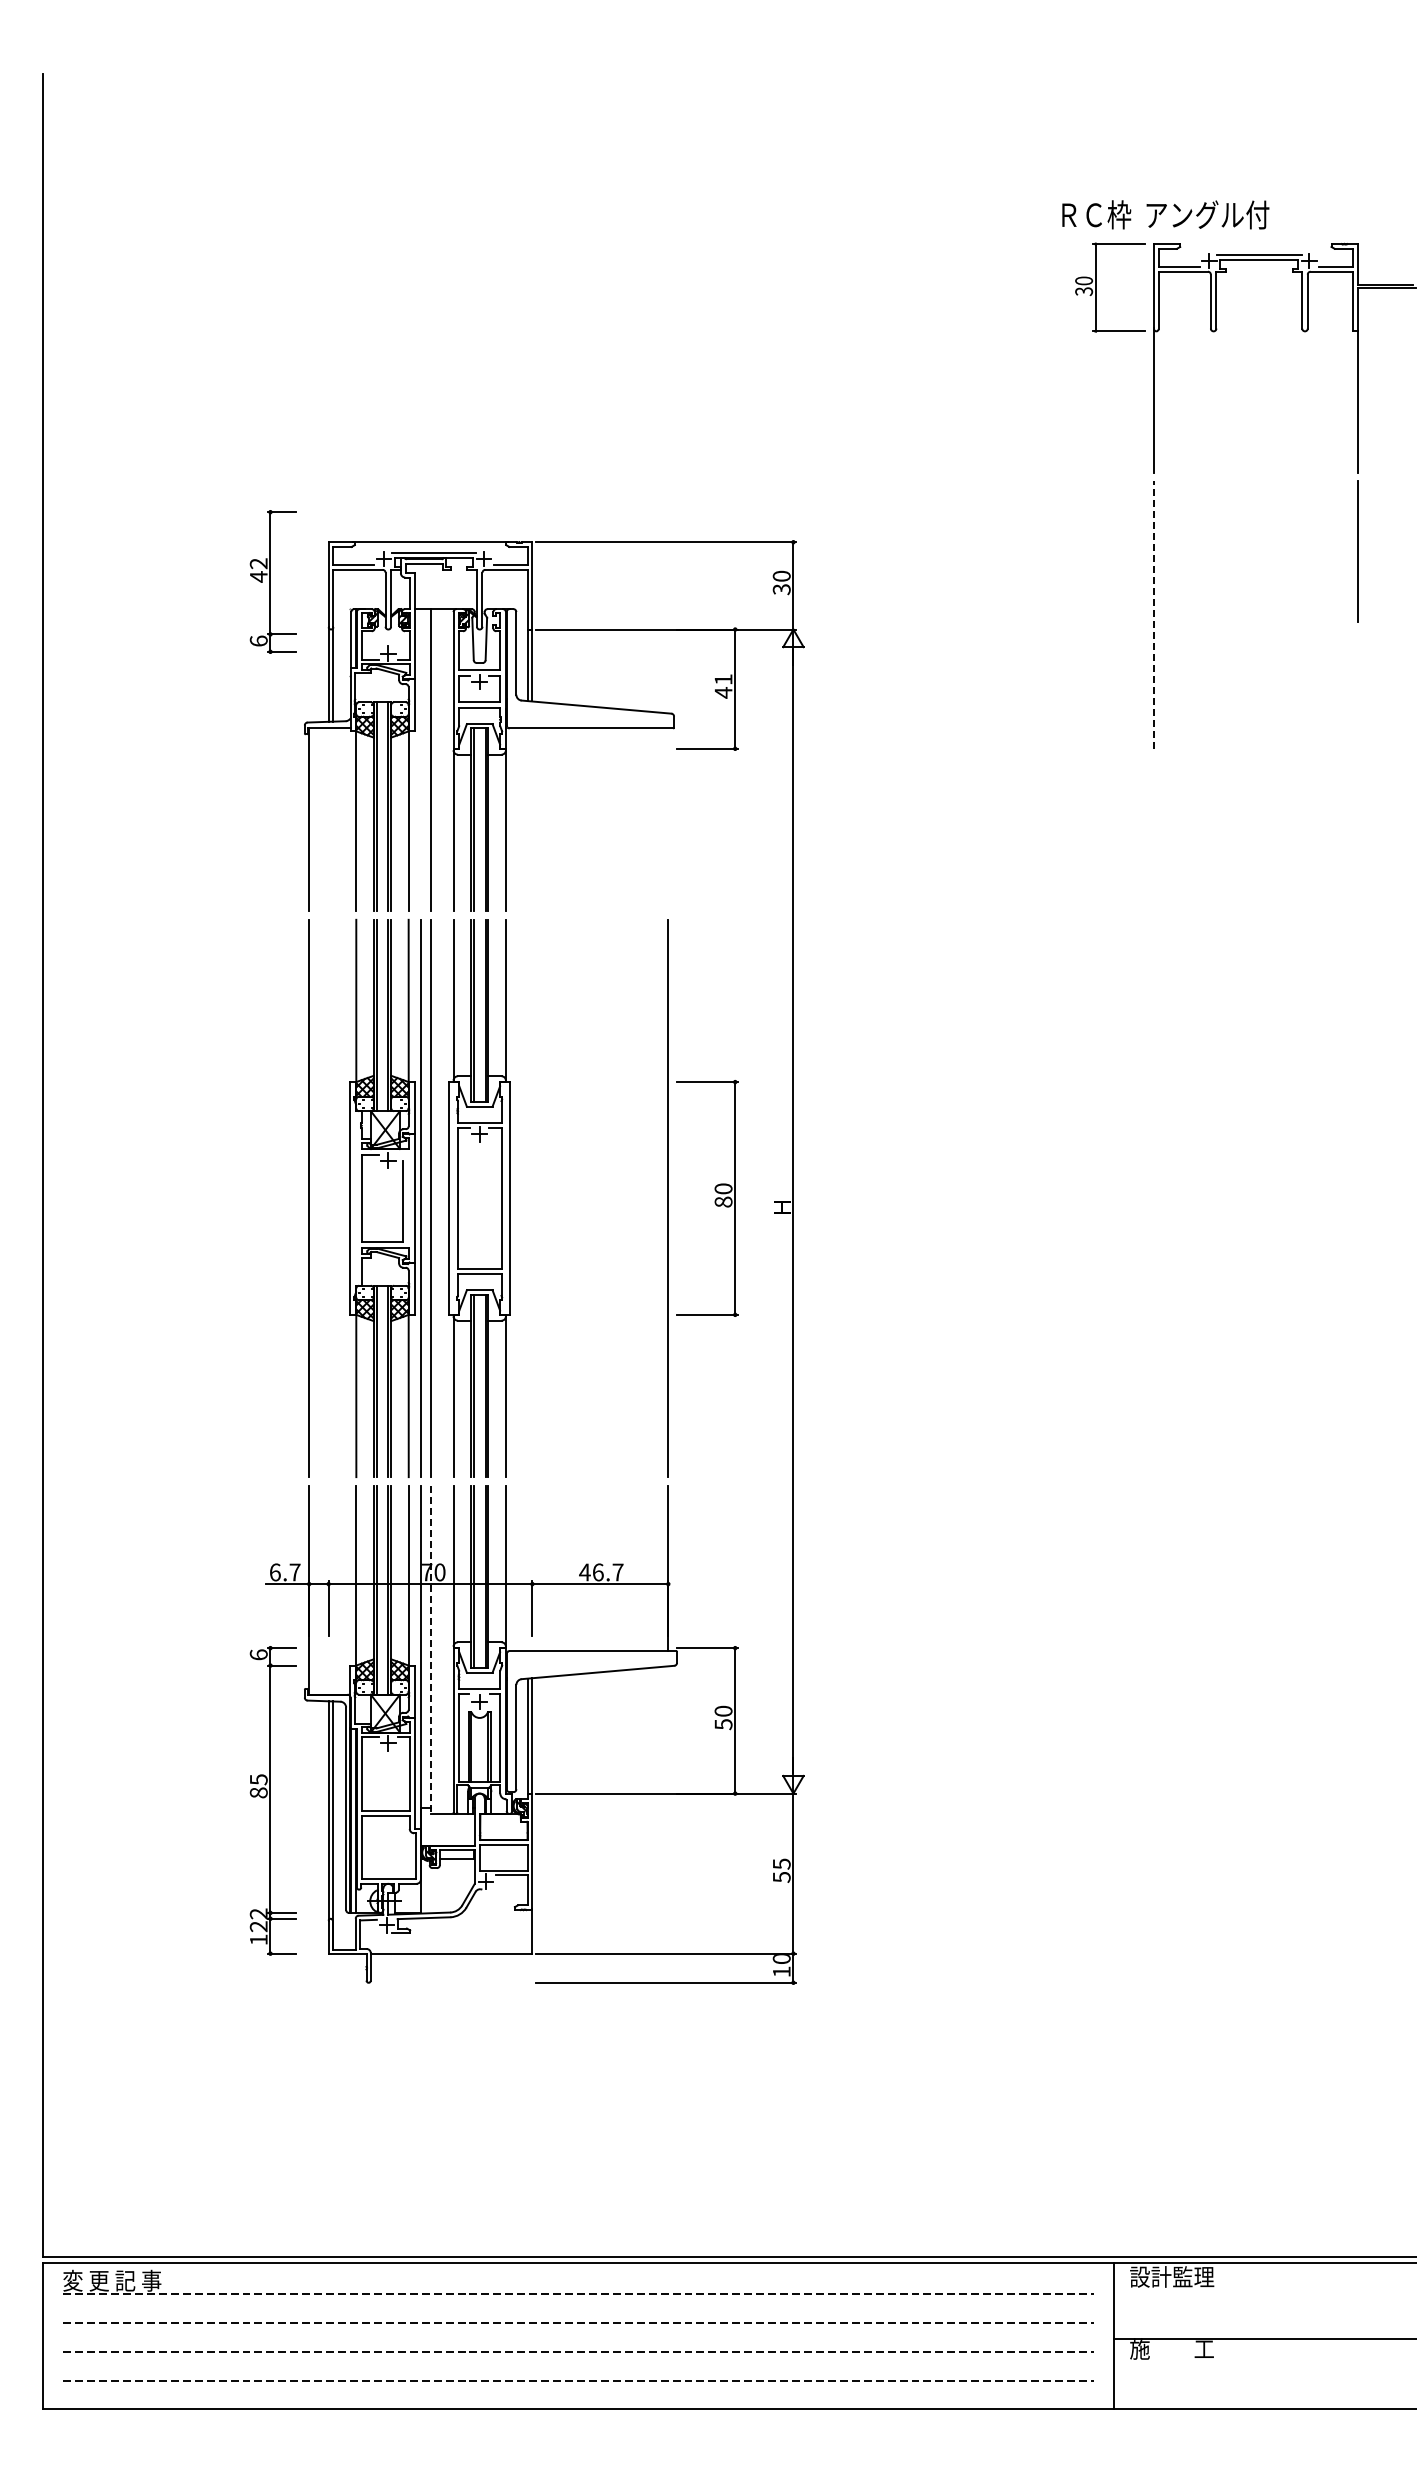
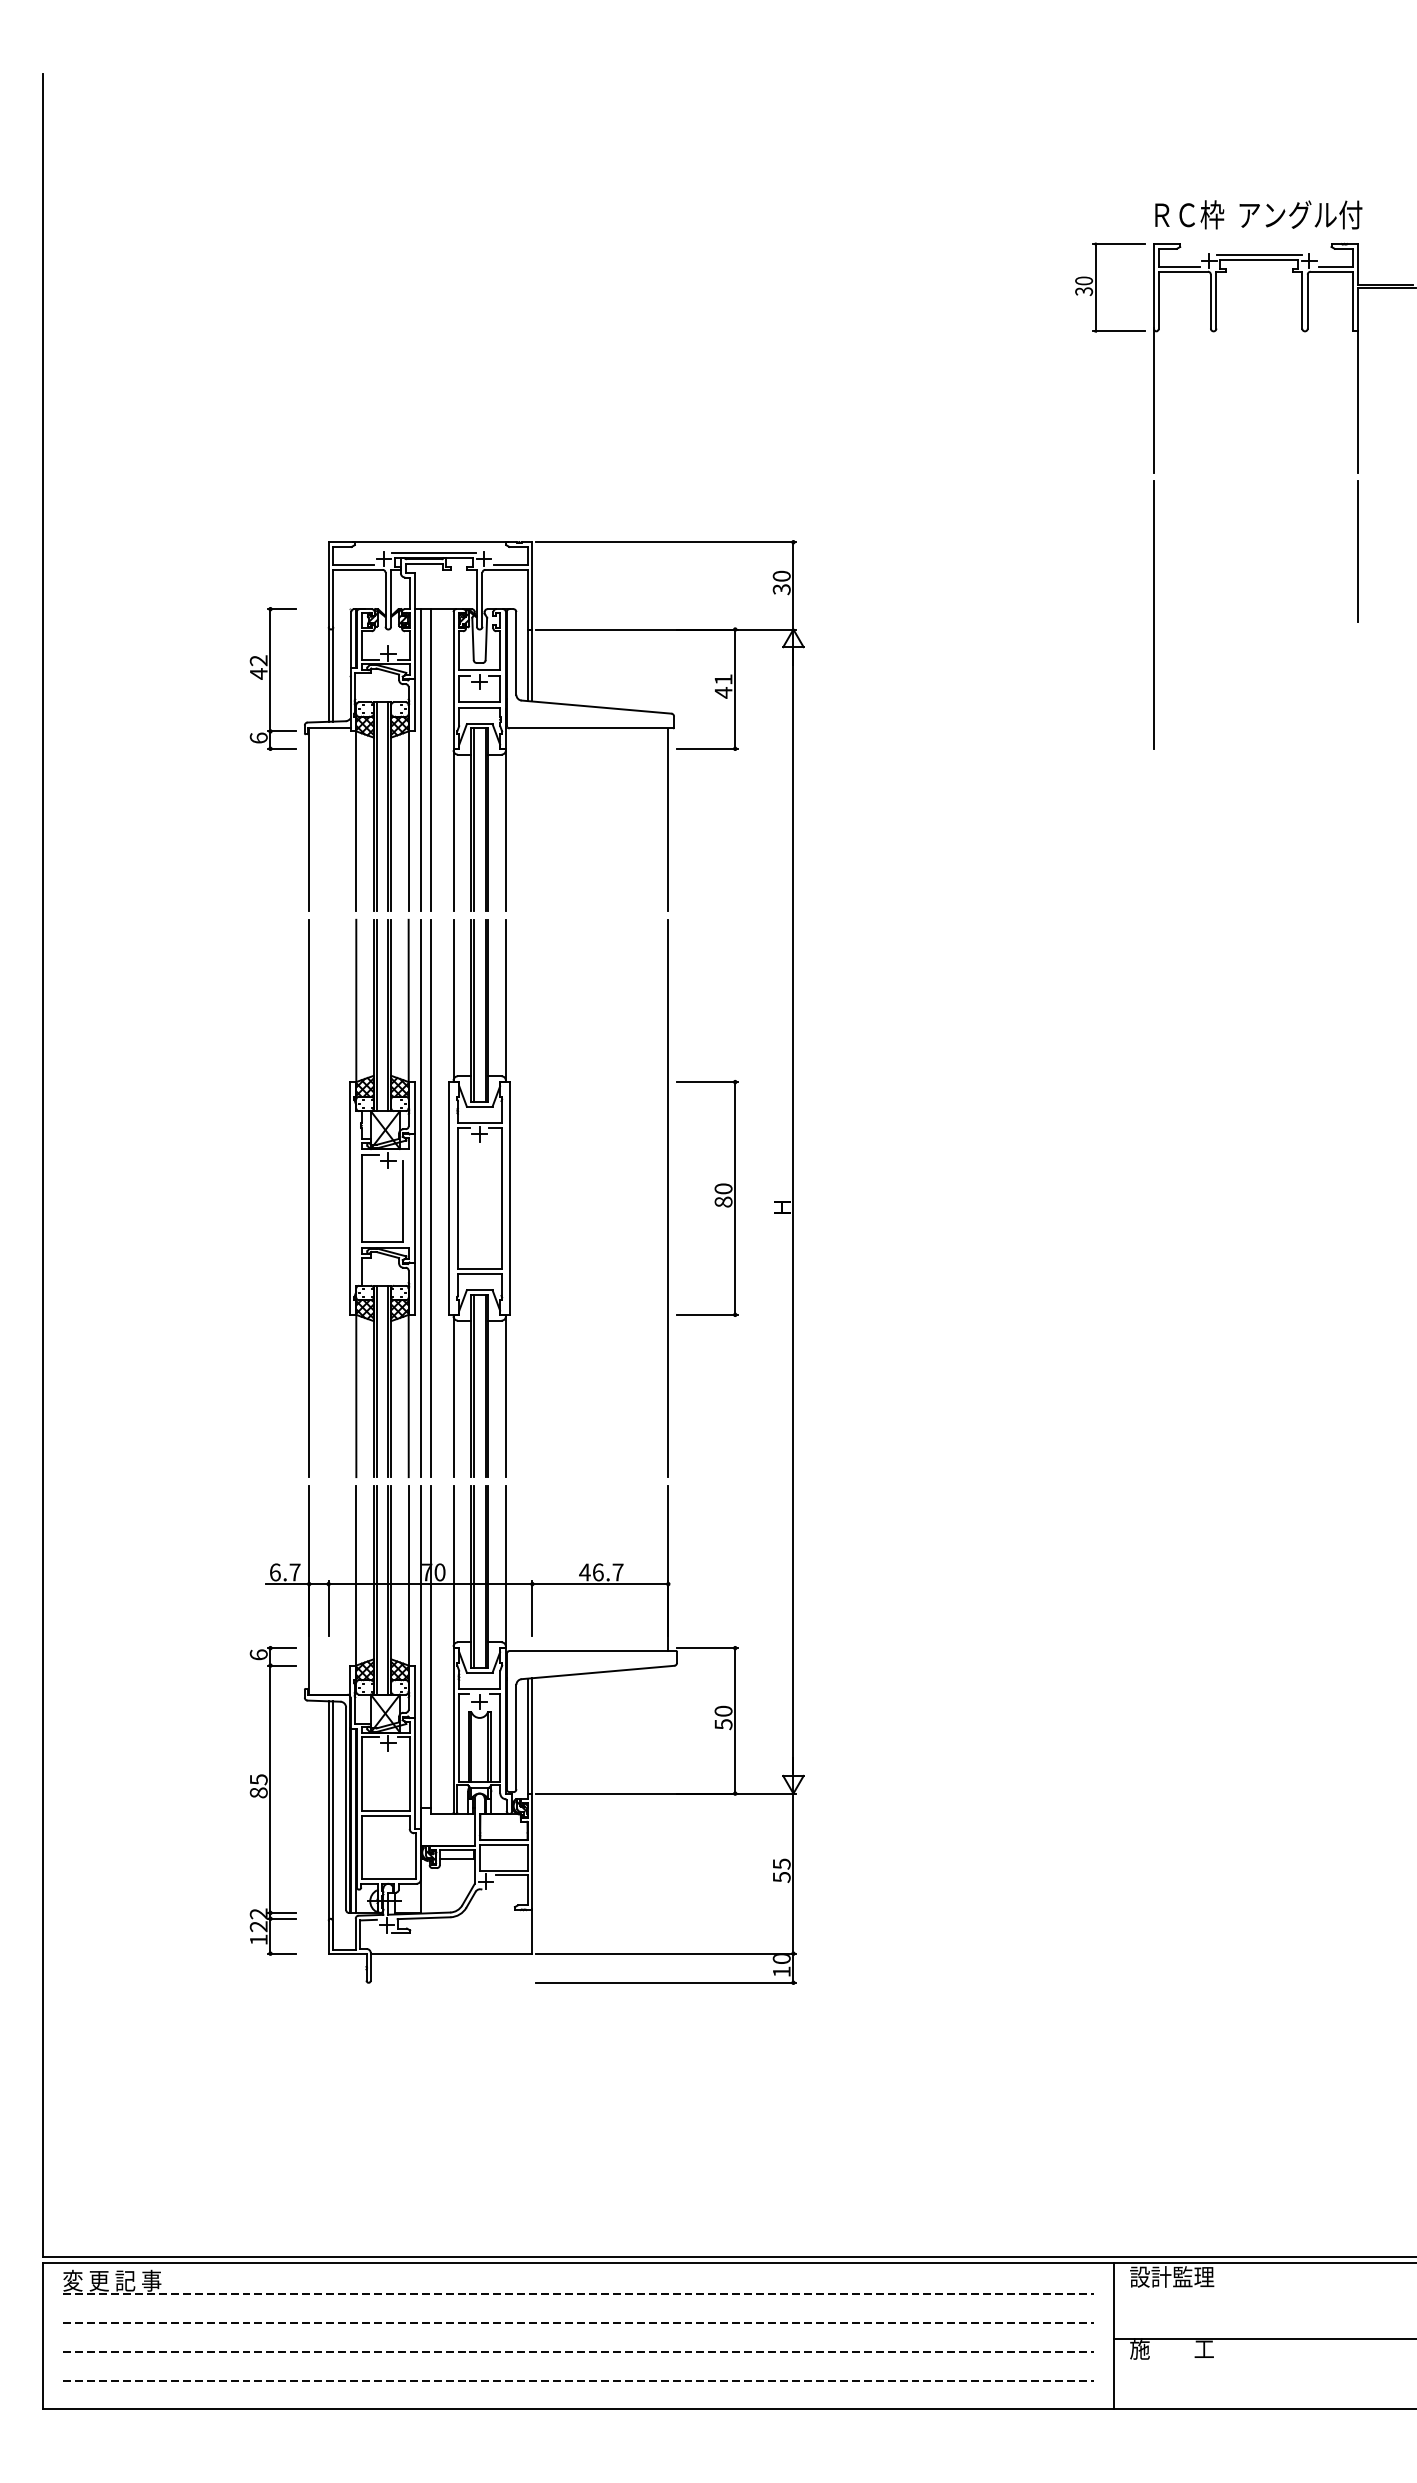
text at (1165, 214) position: (1165, 214) -> (1258, 214)
part at (272, 581) position: (272, 581) -> (272, 678)
line at (1153, 615): dashed -> solid
line at (420, 760): none -> present
line at (668, 819): none -> present
line at (431, 1650): dashed -> solid
